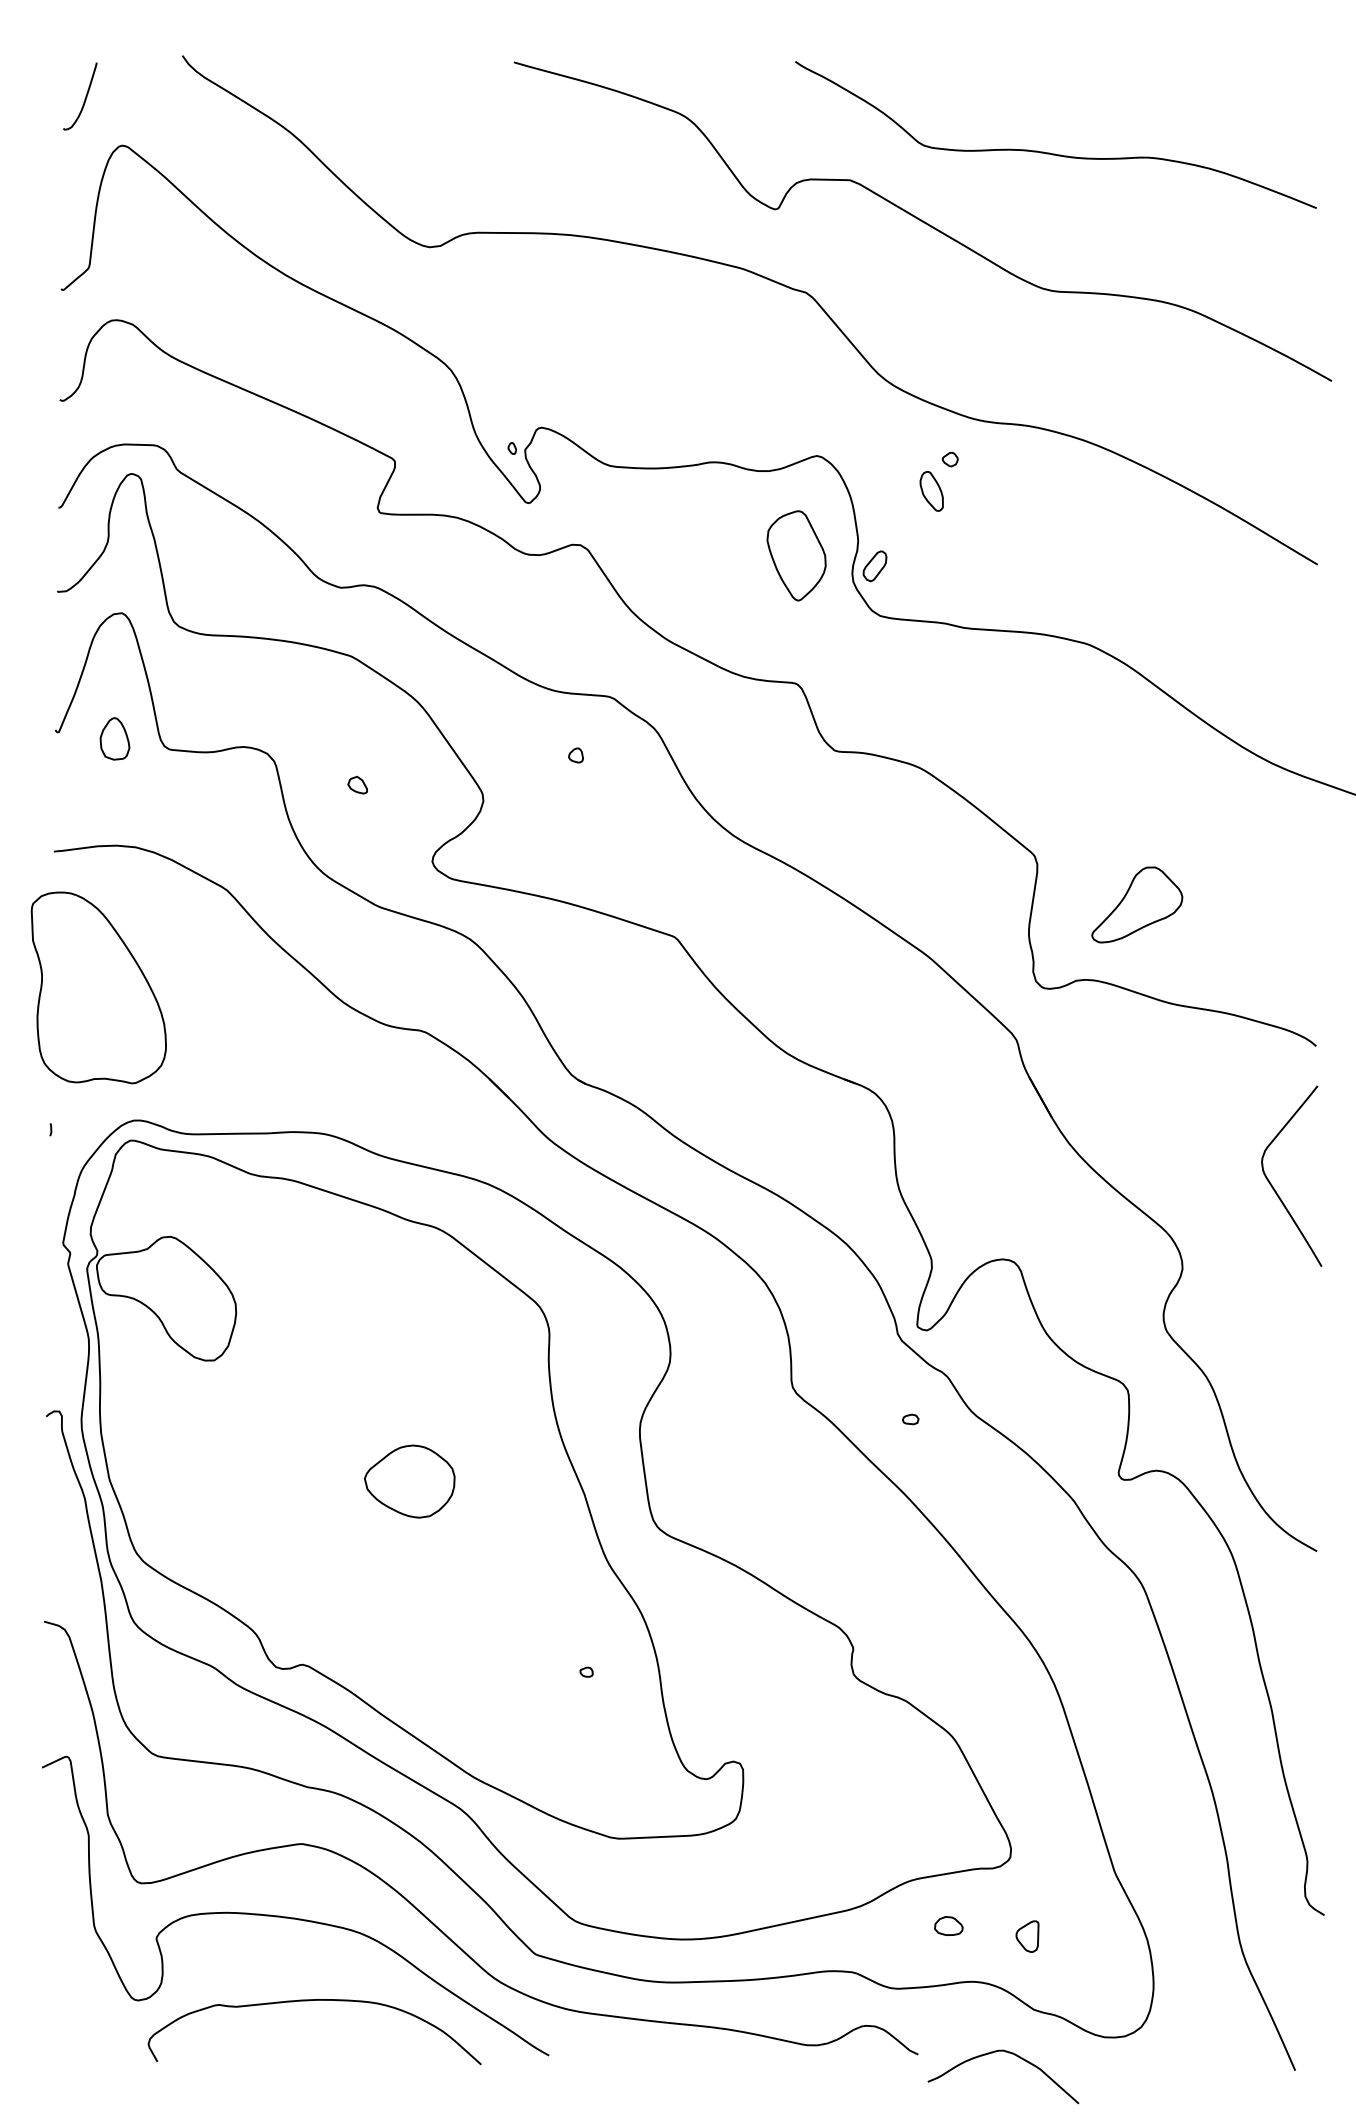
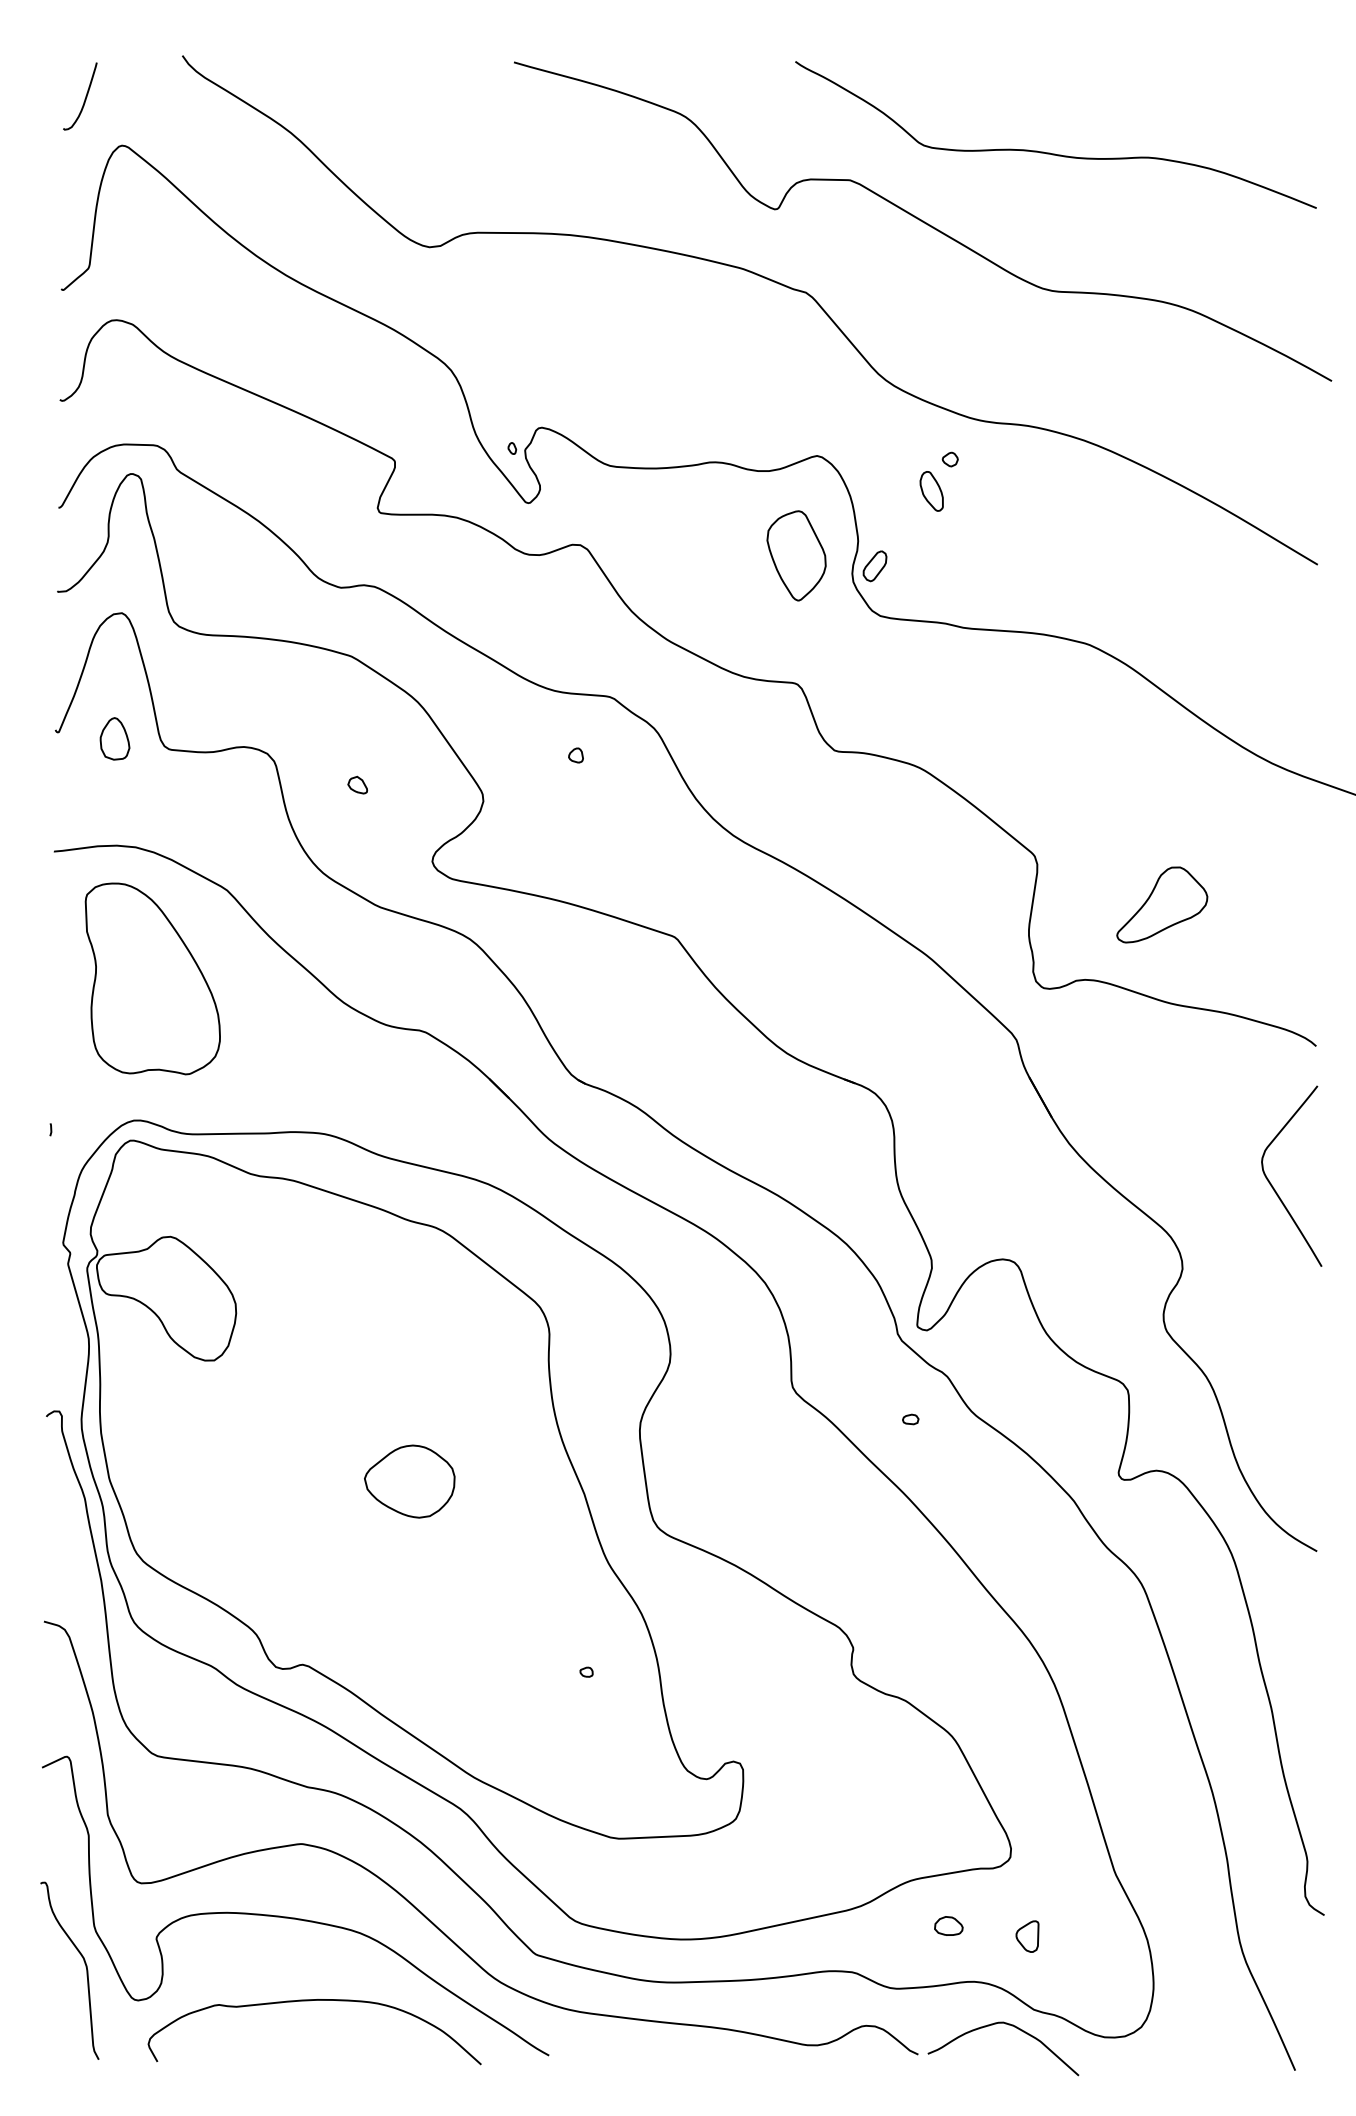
part at (1137, 904) position: (1137, 904) -> (1162, 904)
part at (98, 987) position: (98, 987) -> (152, 978)
curve at (85, 1967): none -> present
curve at (1008, 2053) position: (1008, 2053) -> (1008, 2025)
